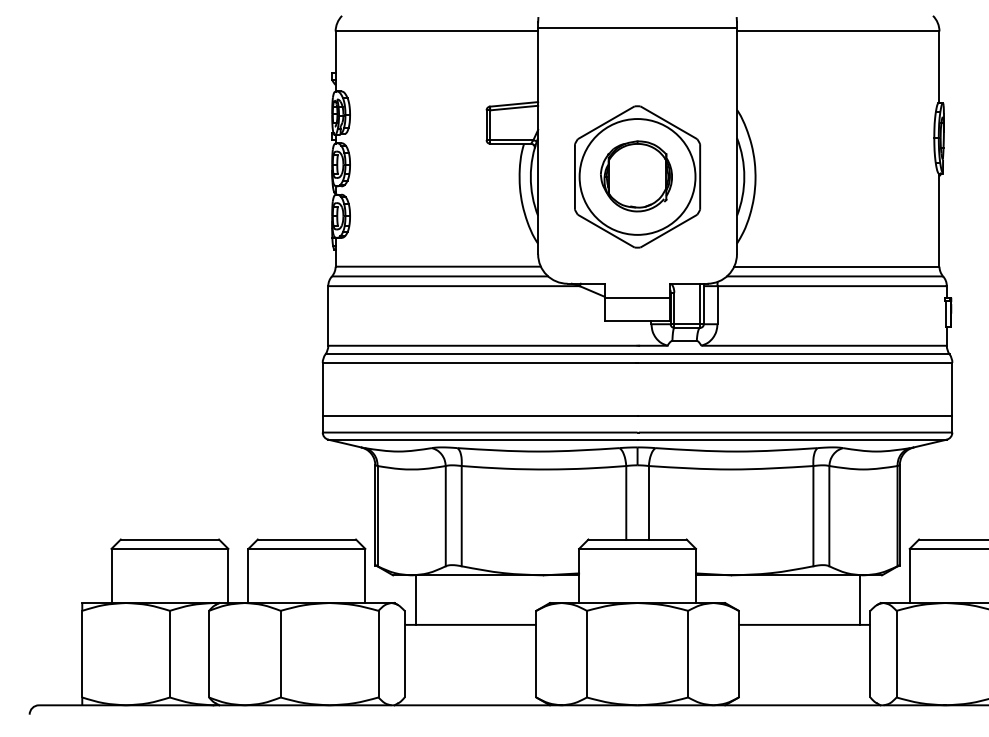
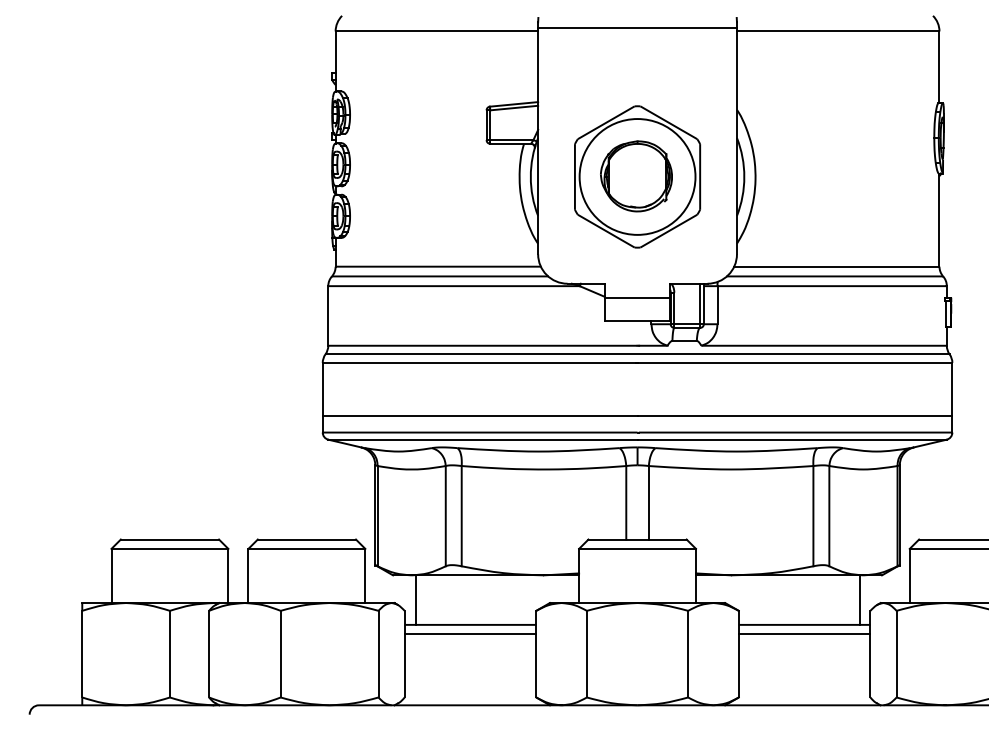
line at (470, 634): none -> present
line at (804, 634): none -> present
